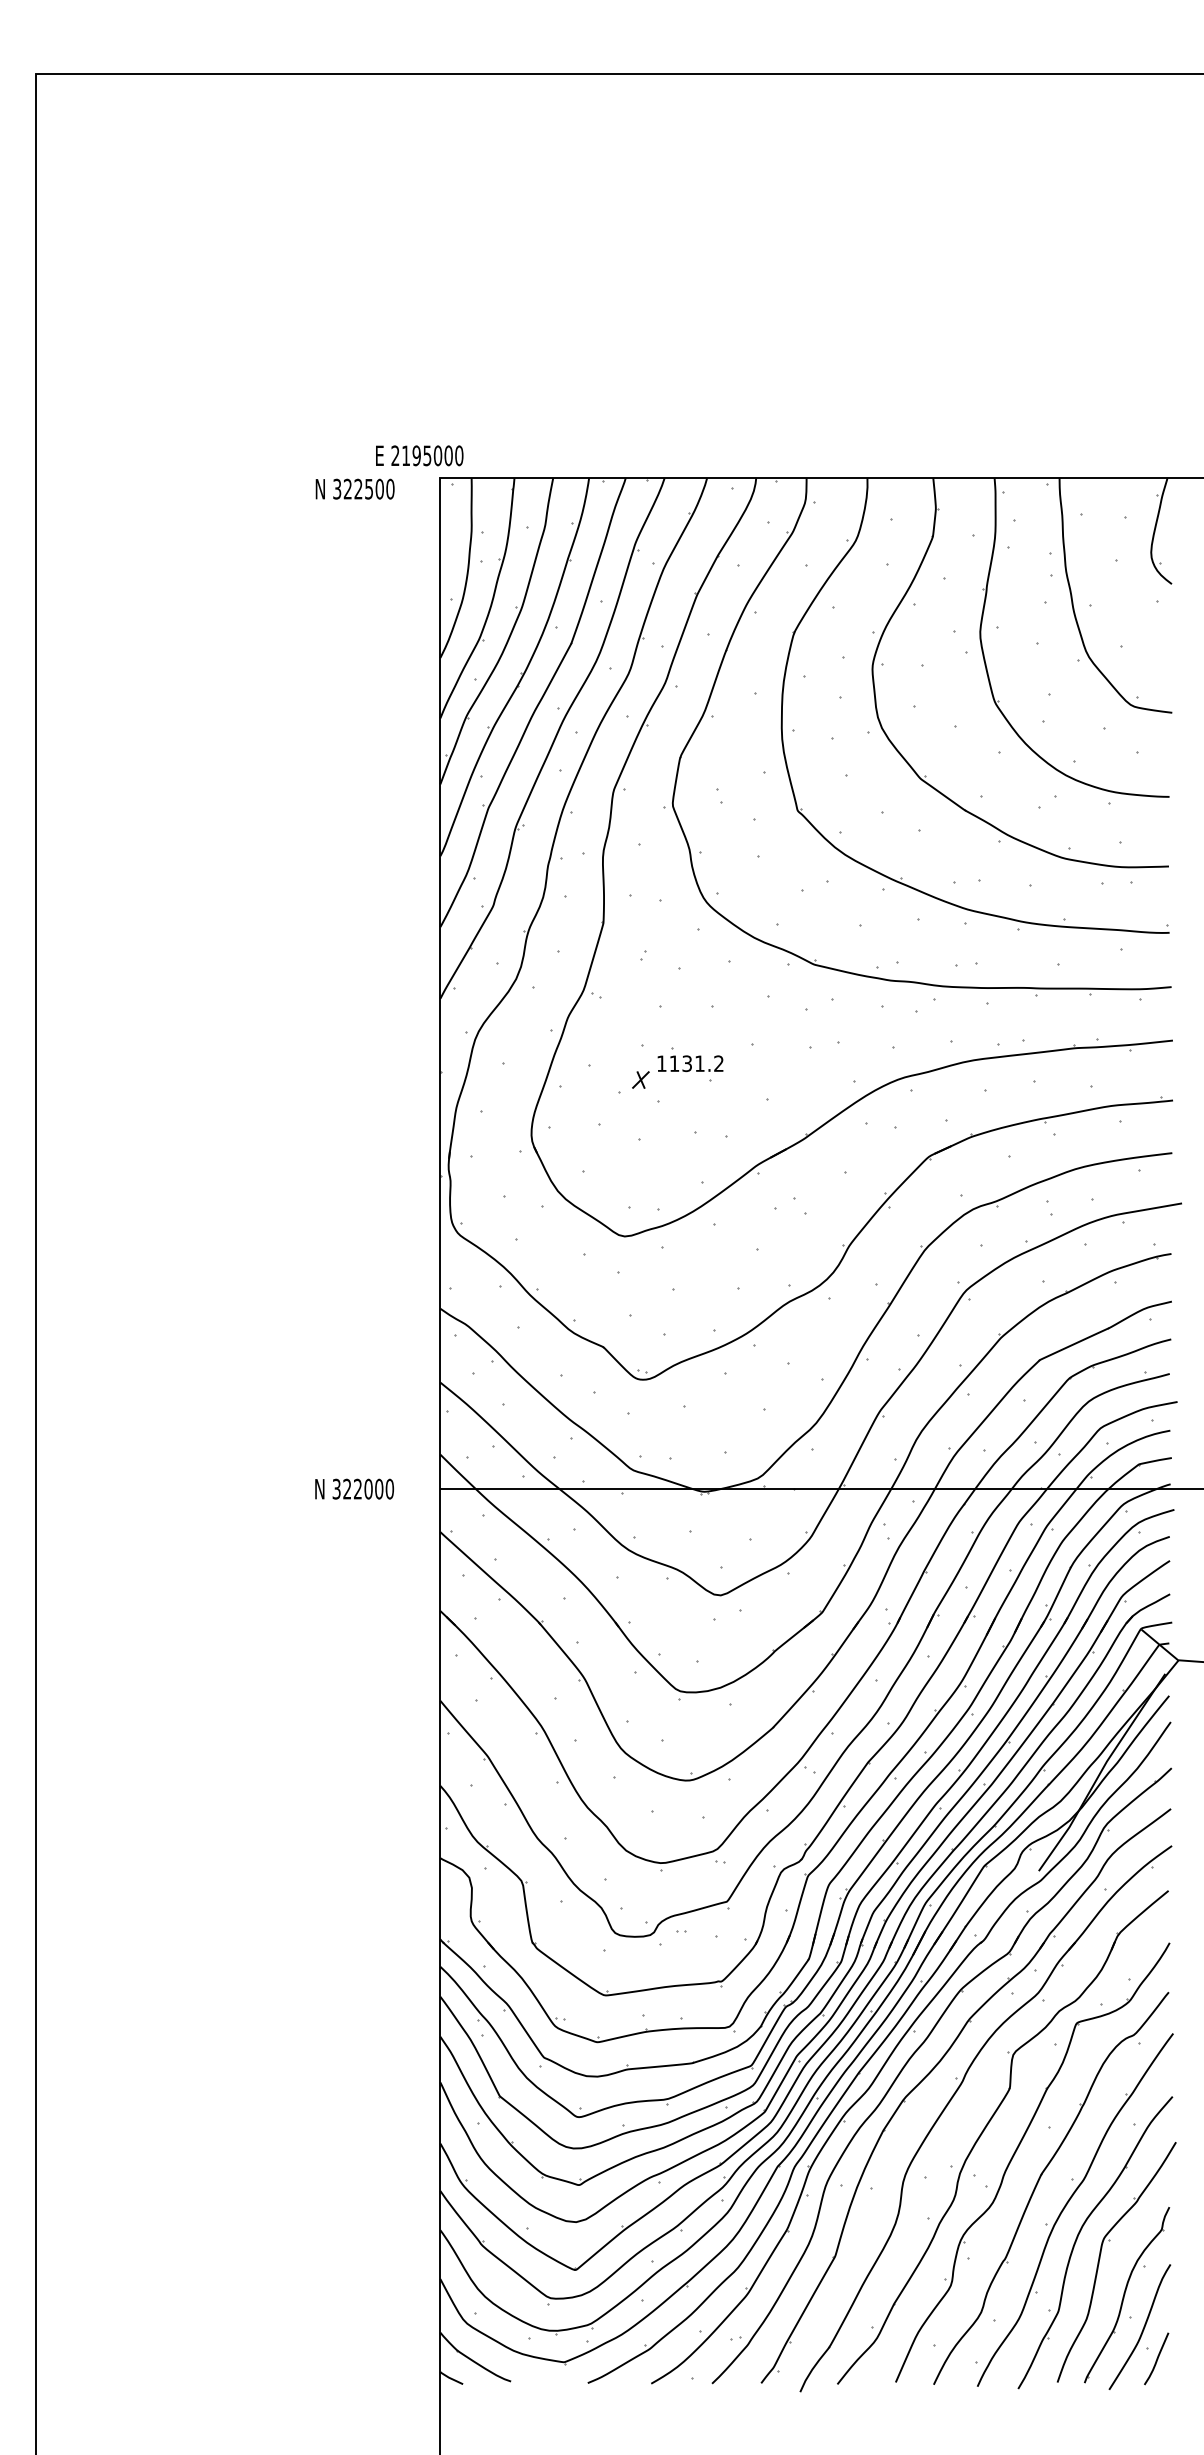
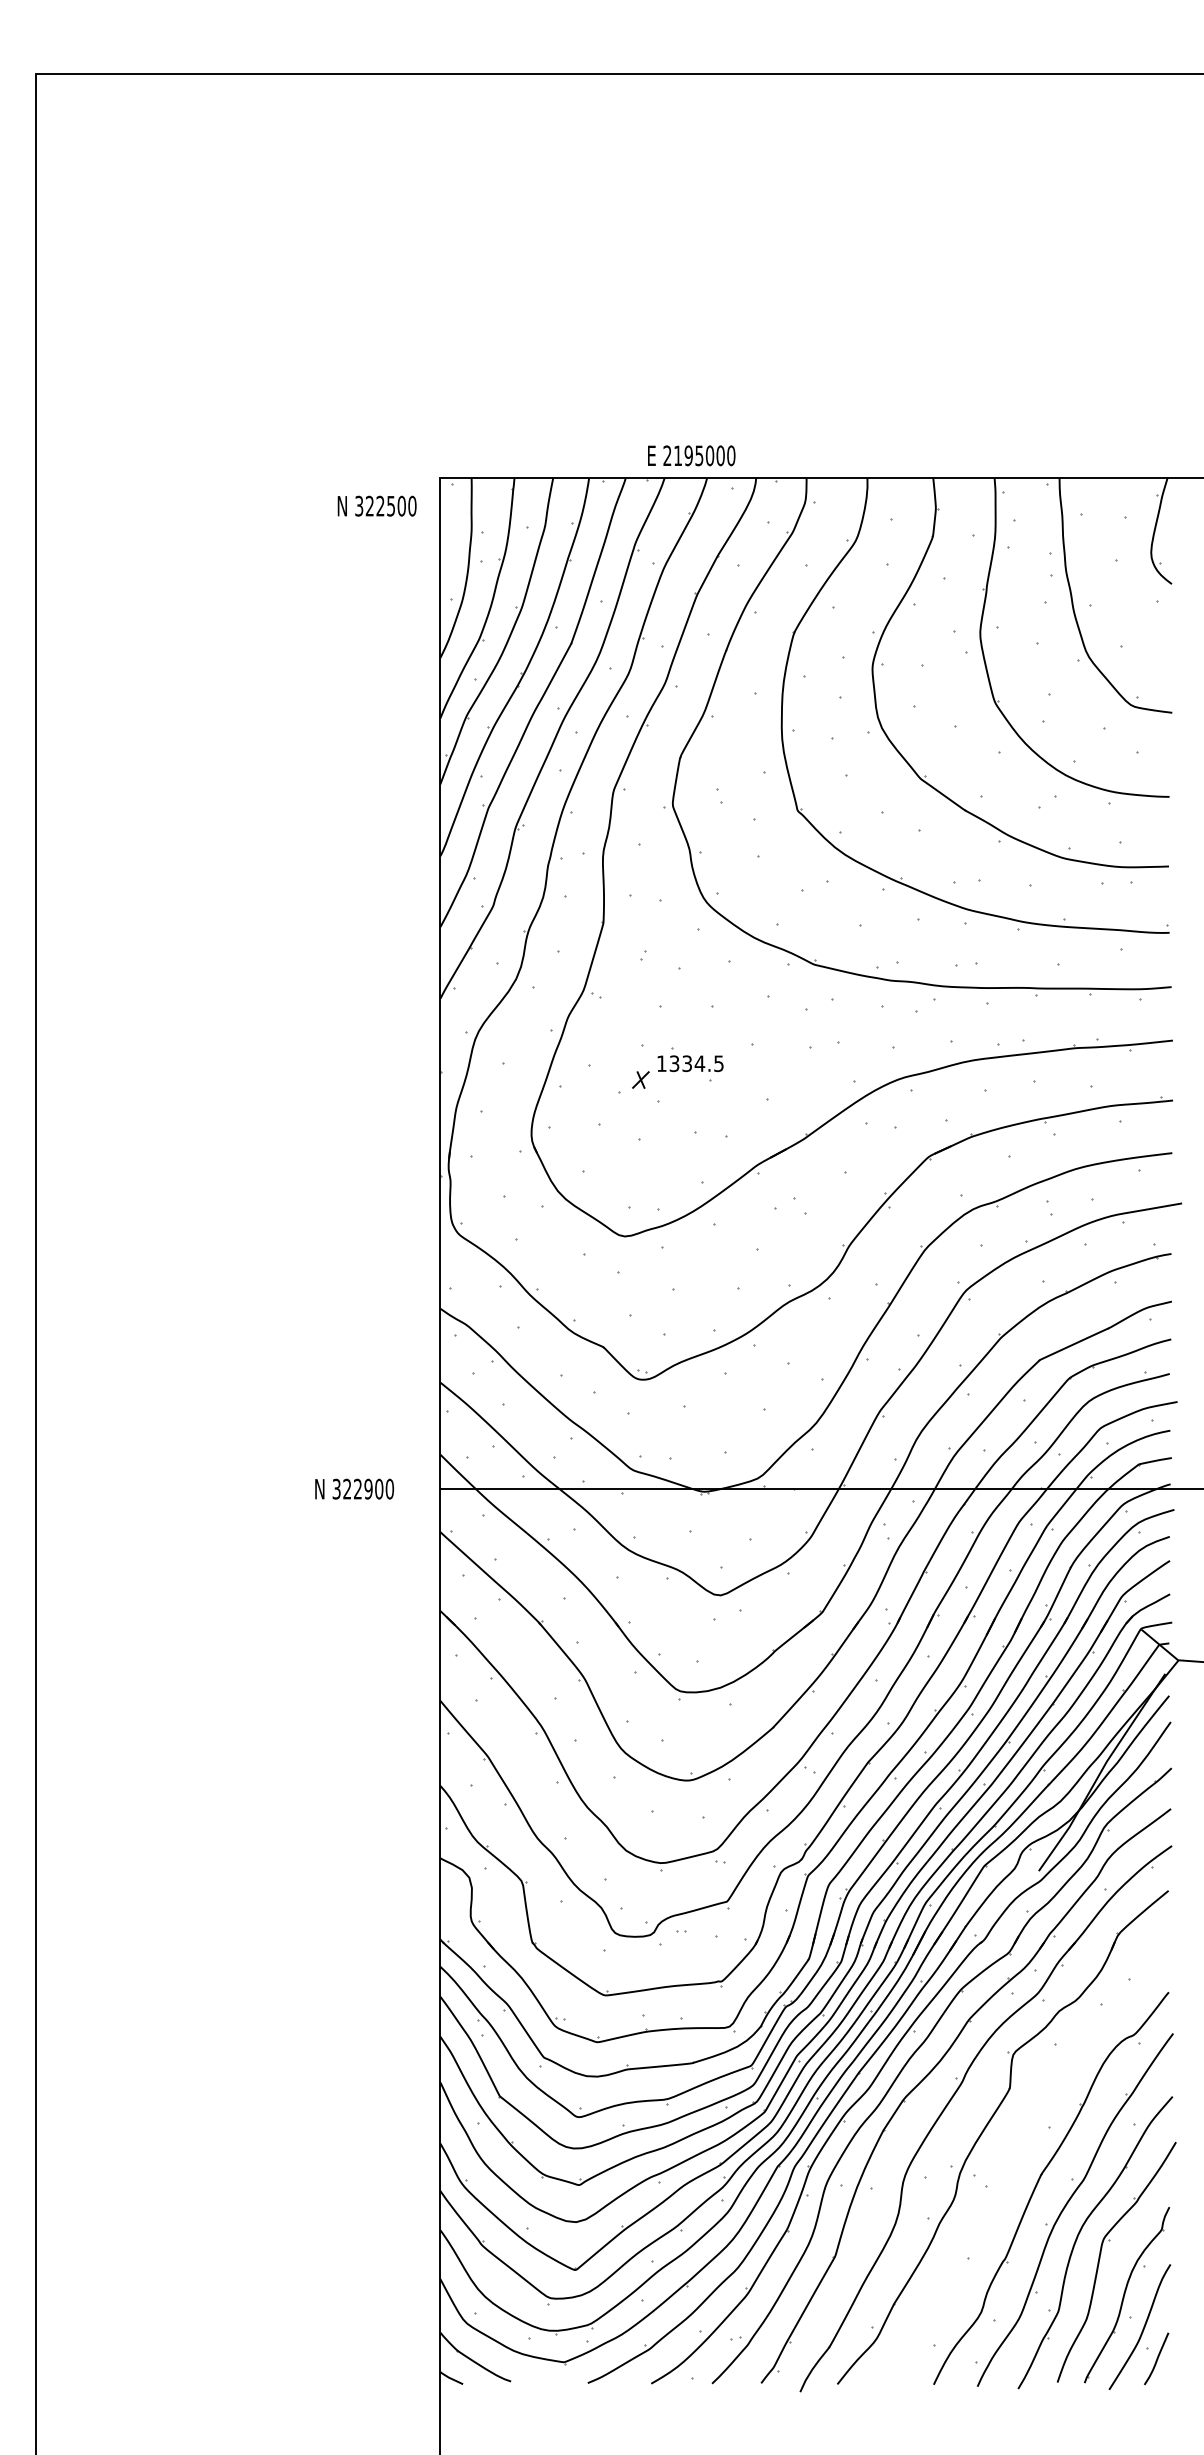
text at (419, 455) position: (419, 455) -> (691, 455)
text at (354, 488) position: (354, 488) -> (376, 505)
text at (696, 1063): 1131.2 -> 1334.5
text at (368, 1489): 322000 -> 322900
part at (1015, 2154): present -> none
